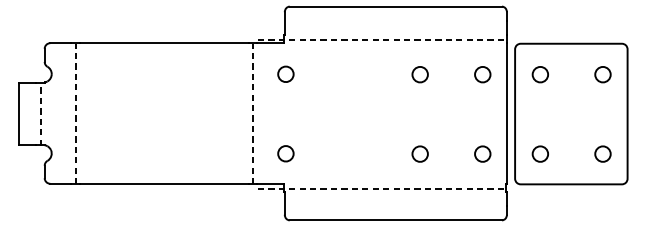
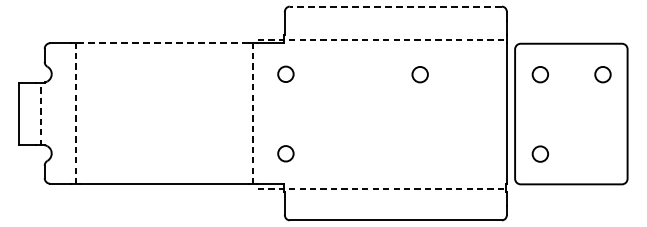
line at (395, 6): solid -> dashed
line at (163, 43): solid -> dashed
part at (482, 74): present -> none
part at (419, 153): present -> none
part at (482, 153): present -> none
part at (602, 153): present -> none
